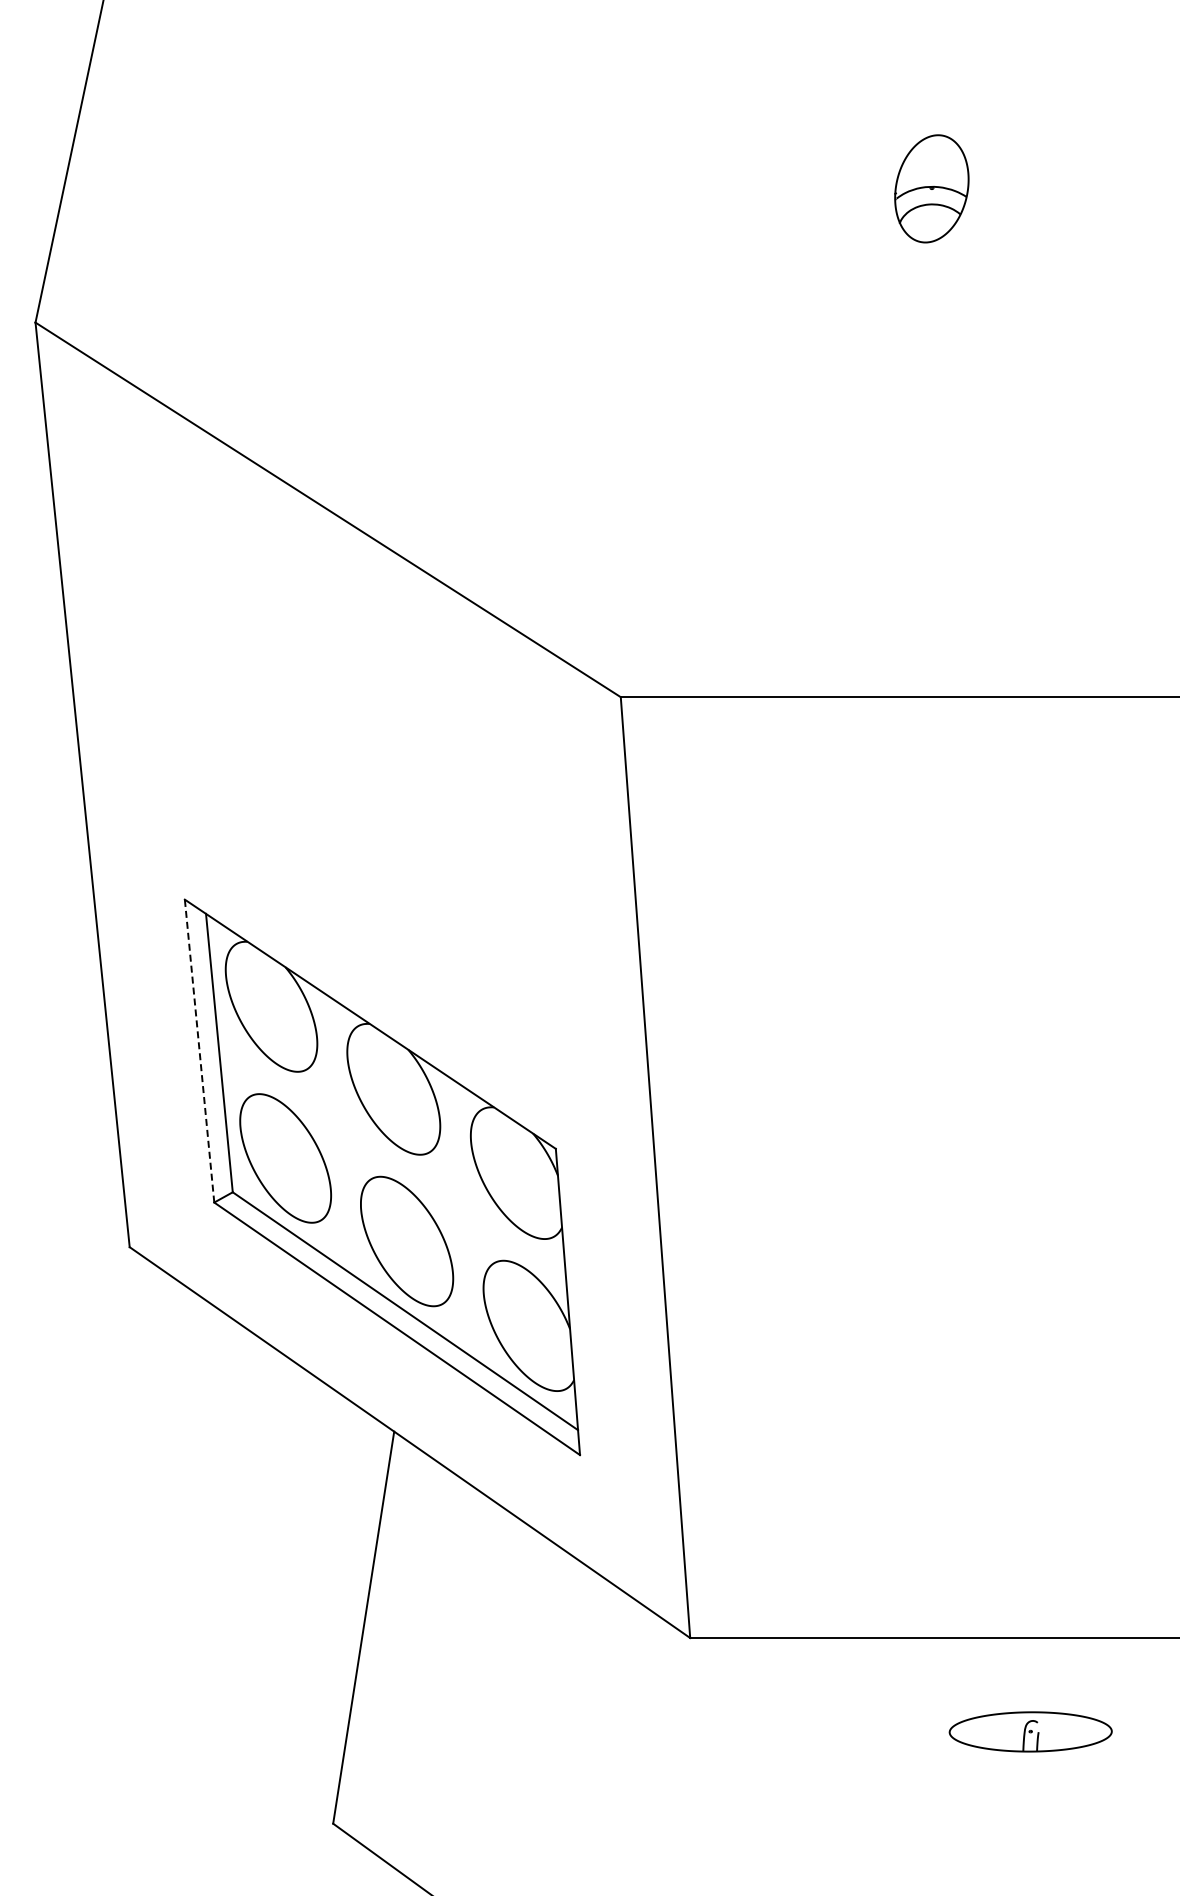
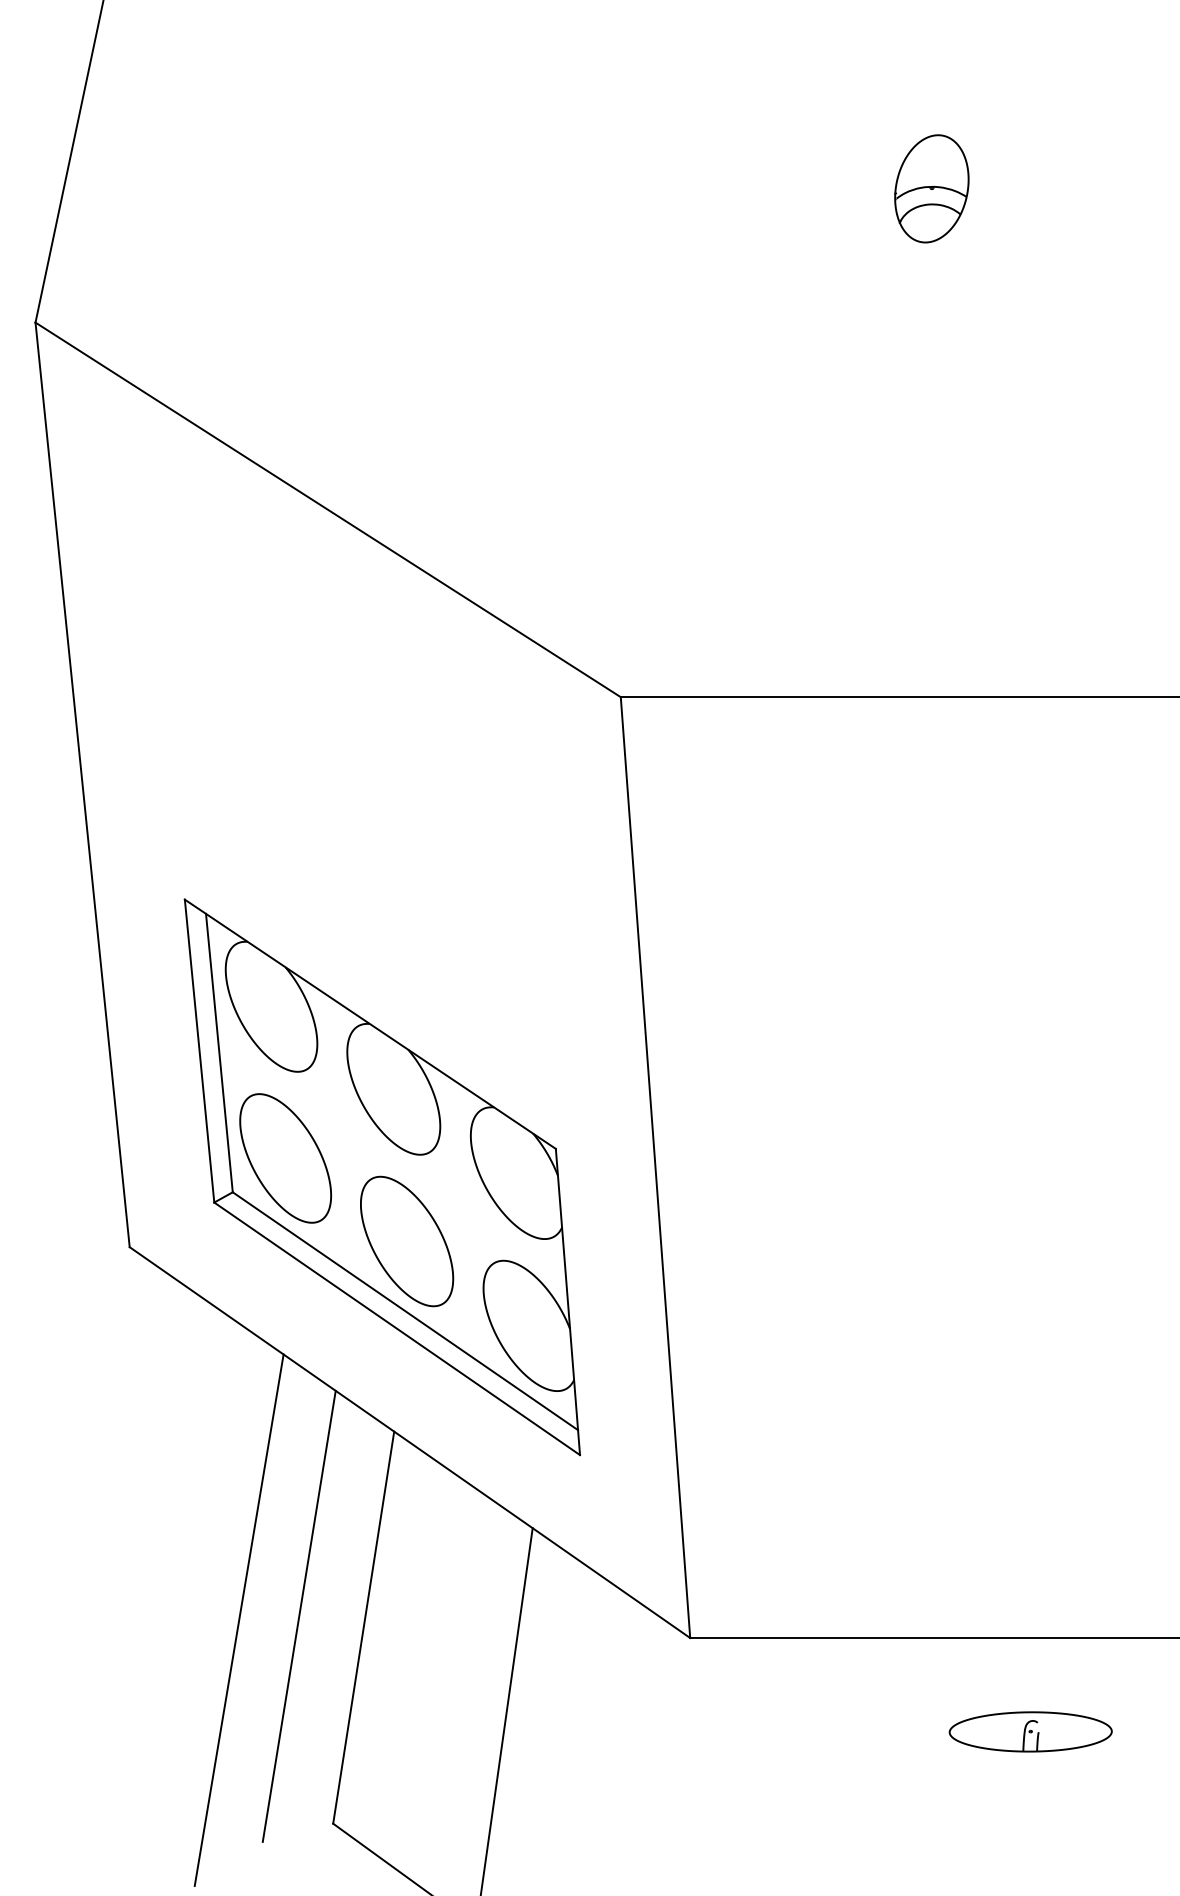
line at (199, 1050): dashed -> solid
line at (298, 1615): none -> present
line at (238, 1620): none -> present
line at (506, 1710): none -> present
